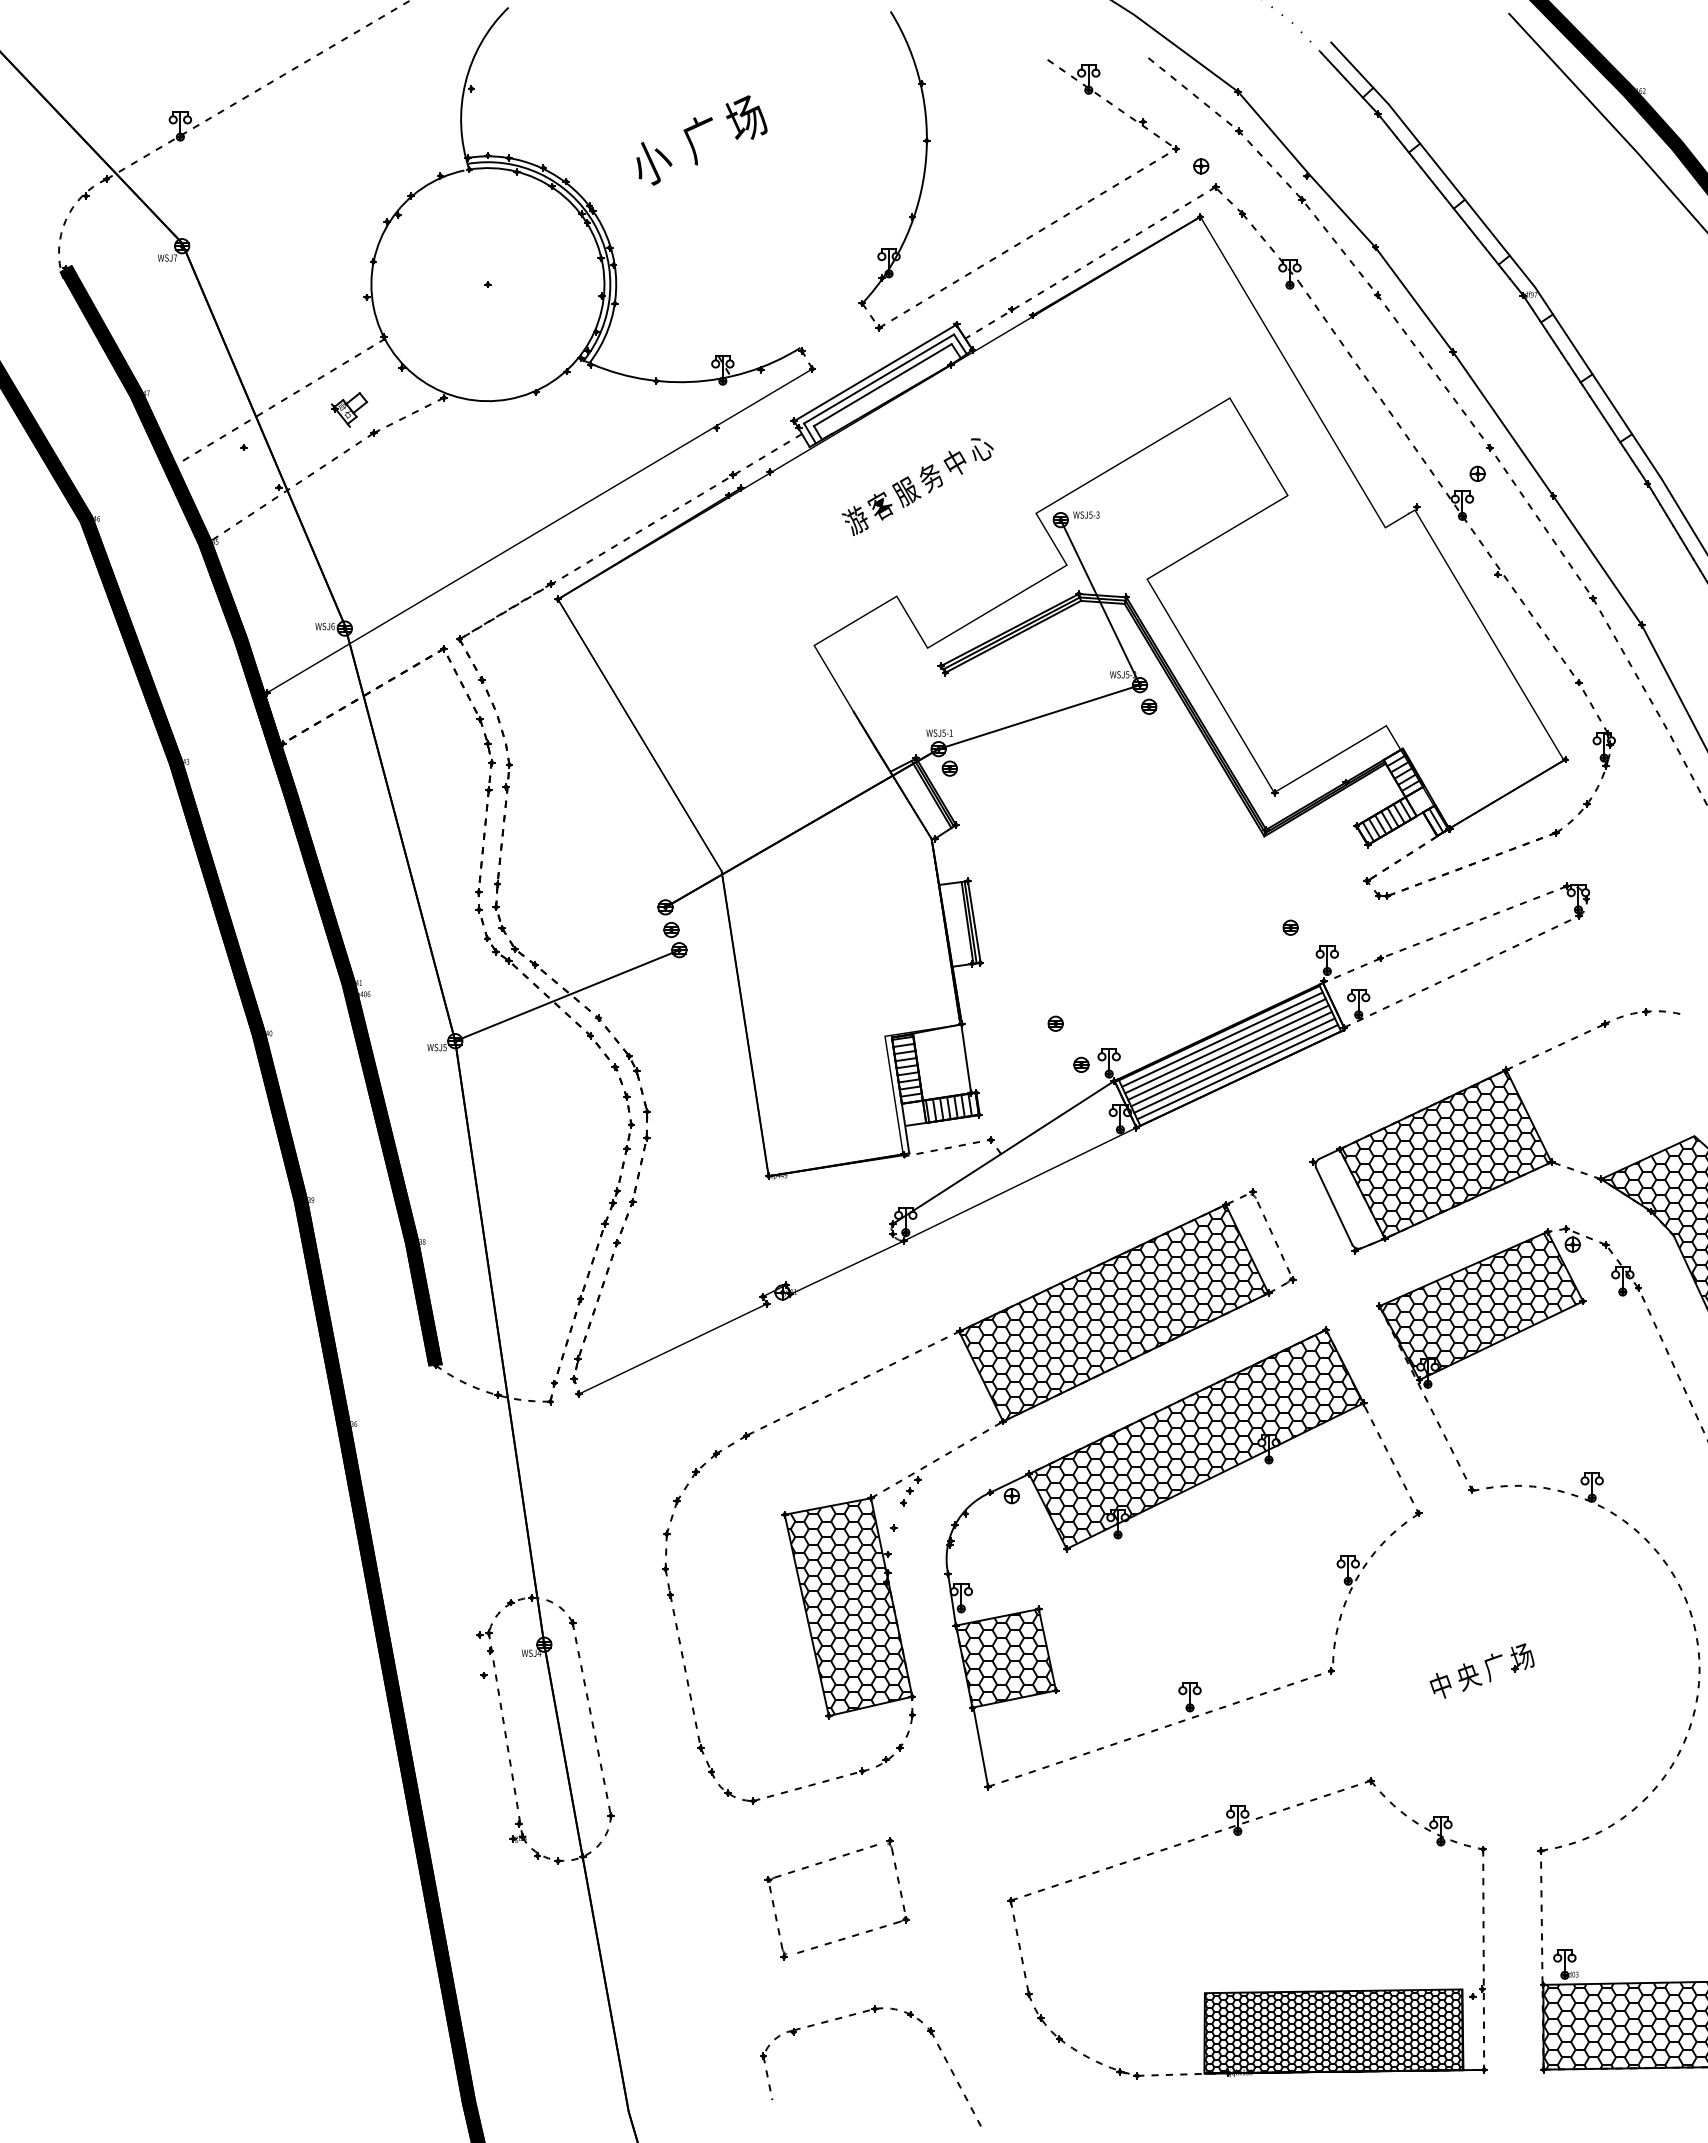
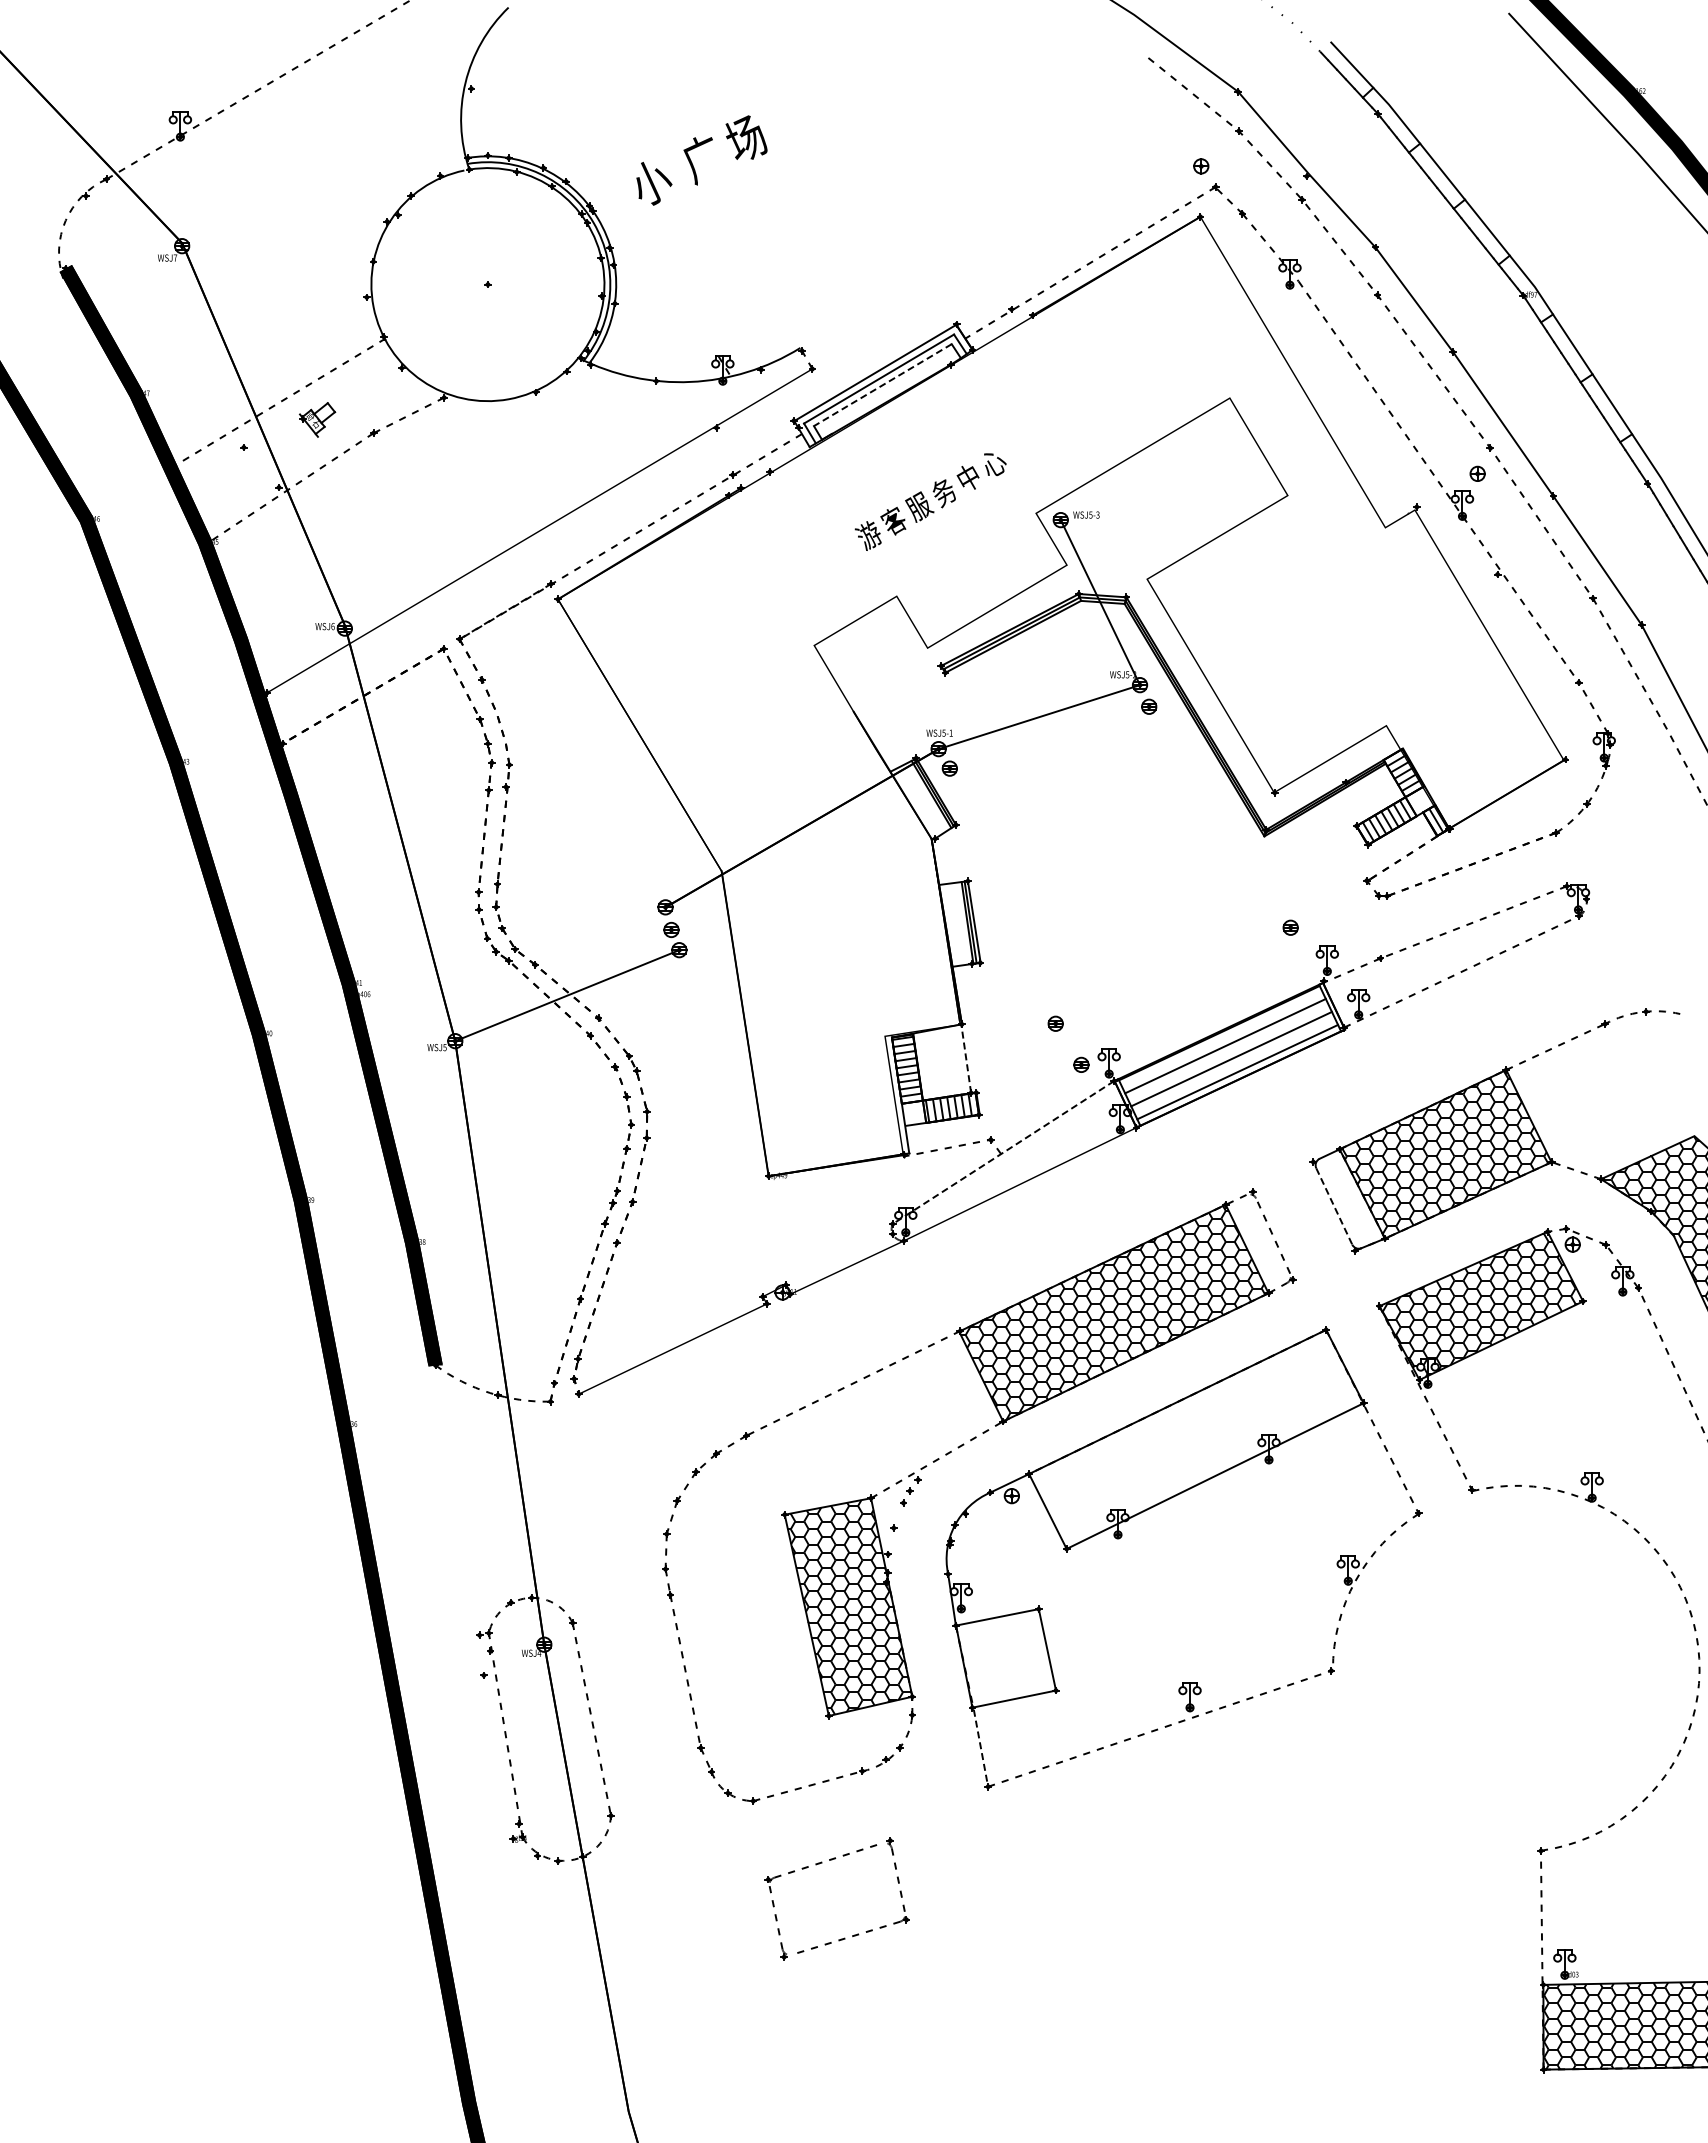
text at (701, 140) position: (701, 140) -> (701, 160)
part at (1053, 221): present -> none
line at (882, 385): solid -> dashed
part at (349, 409) position: (349, 409) -> (317, 419)
text at (917, 486) position: (917, 486) -> (930, 501)
line at (1222, 1039): present -> none
line at (1228, 1052): present -> none
line at (966, 1058): solid -> dashed
line at (1234, 1065): present -> none
line at (1003, 1152): solid -> dashed
line at (1334, 1206): solid -> dashed
hatch at (1196, 1439): present -> none
hatch at (1005, 1657): present -> none
part at (1481, 1670): present -> none
line at (981, 1748): solid -> dashed
part at (1247, 1991): present -> none
part at (854, 2015): present -> none
